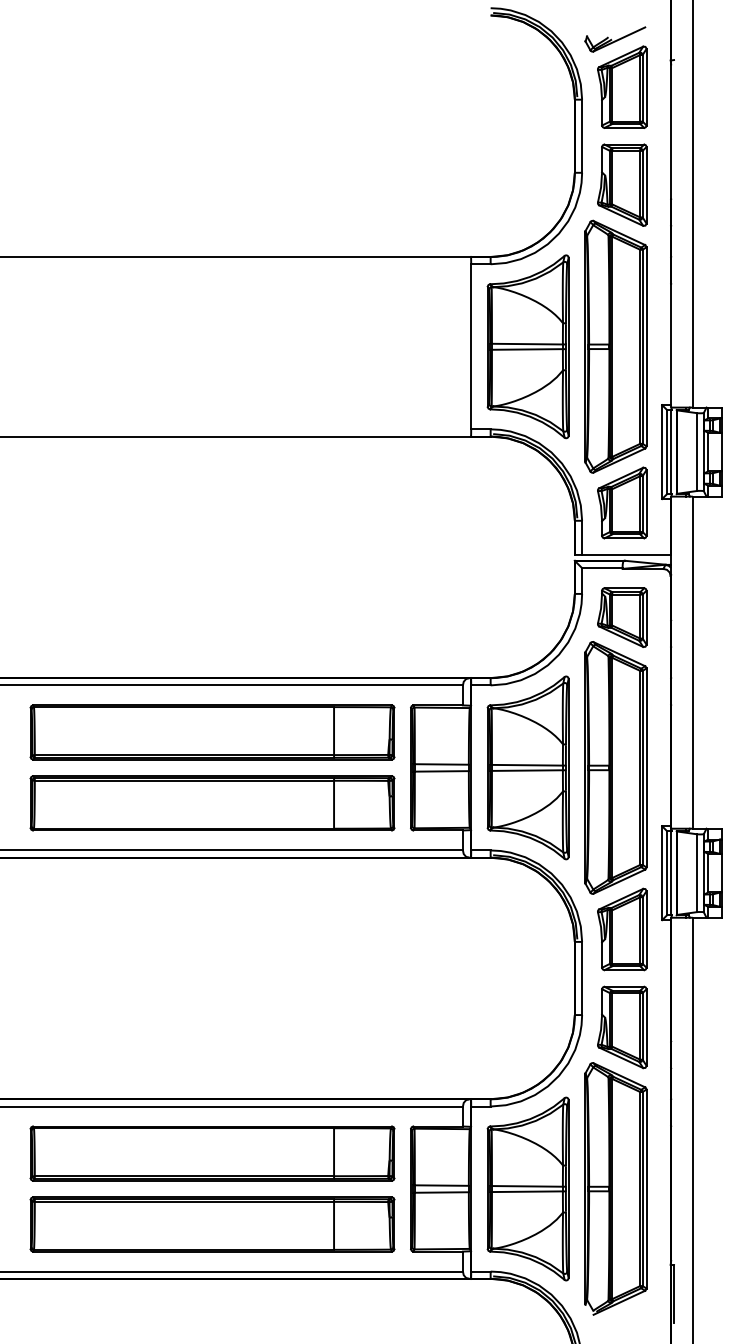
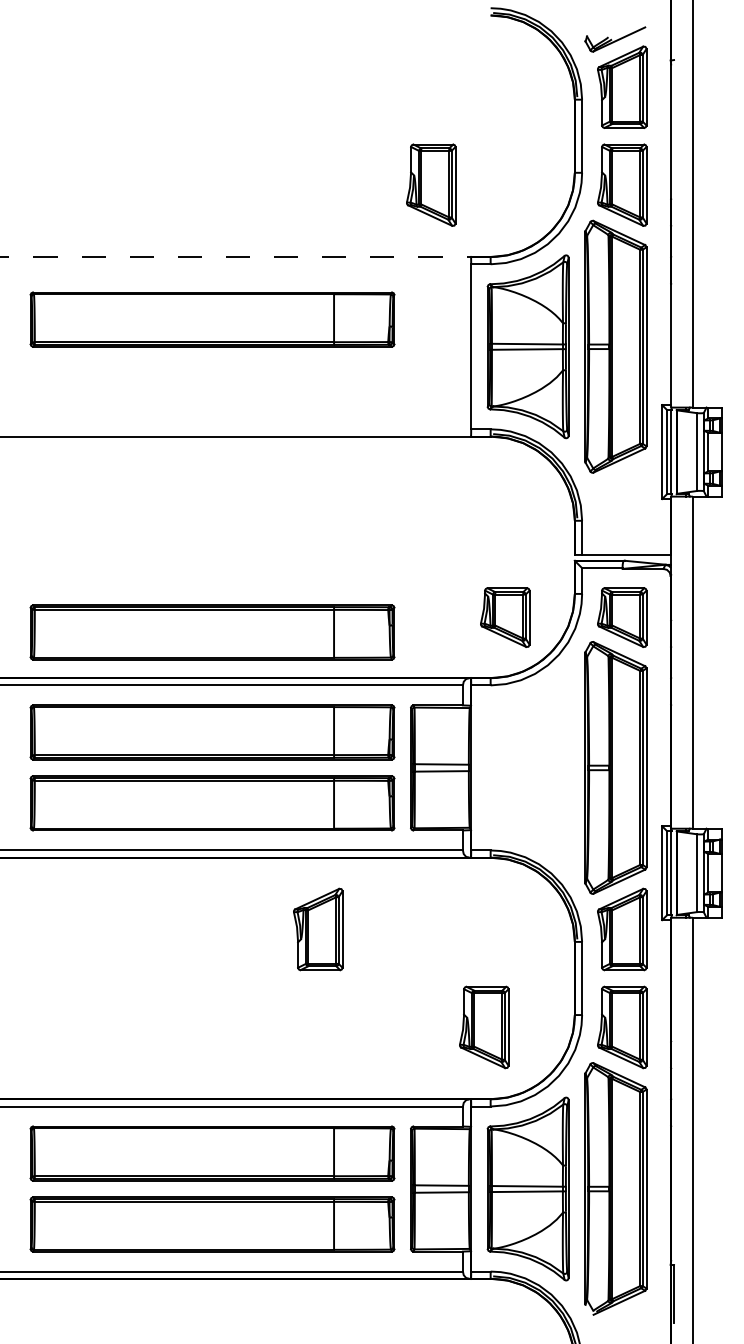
part at (431, 184): none -> present
line at (245, 256): solid -> dashed
part at (212, 319): none -> present
part at (622, 502): present -> none
part at (505, 617): none -> present
part at (212, 632): none -> present
part at (527, 767): present -> none
part at (318, 929): none -> present
part at (484, 1027): none -> present
